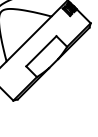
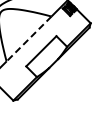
line at (29, 39): solid -> dashed
